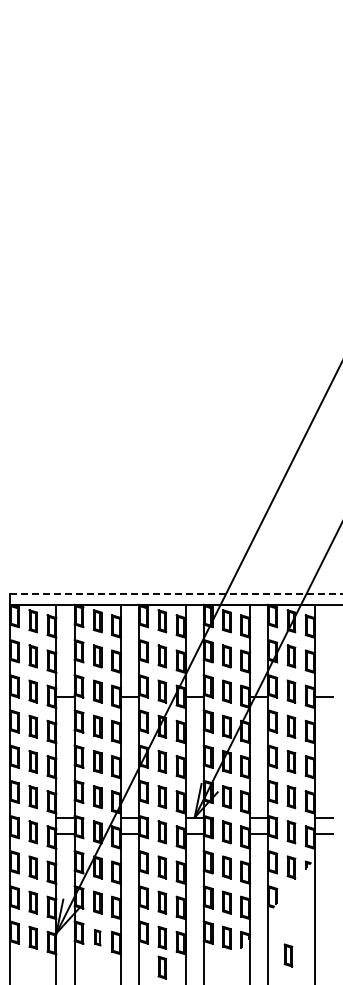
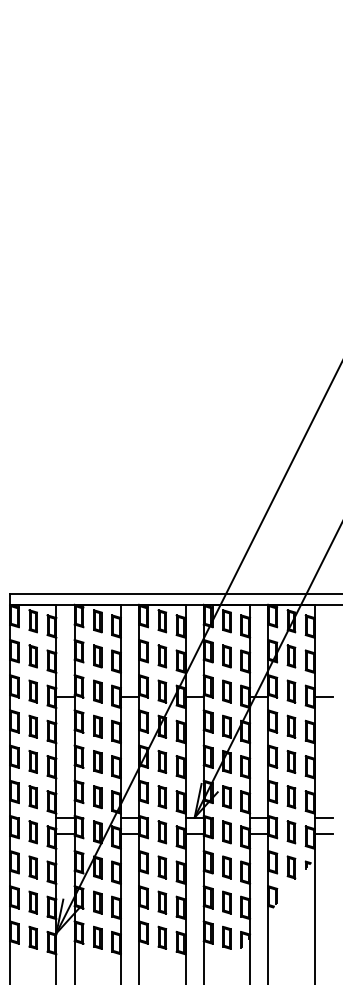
line at (176, 594): dashed -> solid
part at (97, 937) size: 8x18 px -> 10x25 px
part at (288, 955): present -> none
part at (162, 967): present -> none
